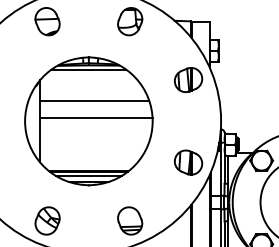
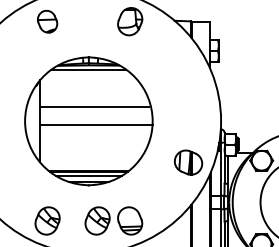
part at (47, 21) size: 27x30 px -> 22x24 px
part at (188, 80): present -> none
line at (94, 101) position: (94, 101) -> (94, 107)
line at (96, 118) position: (96, 118) -> (96, 125)
part at (97, 220): none -> present
